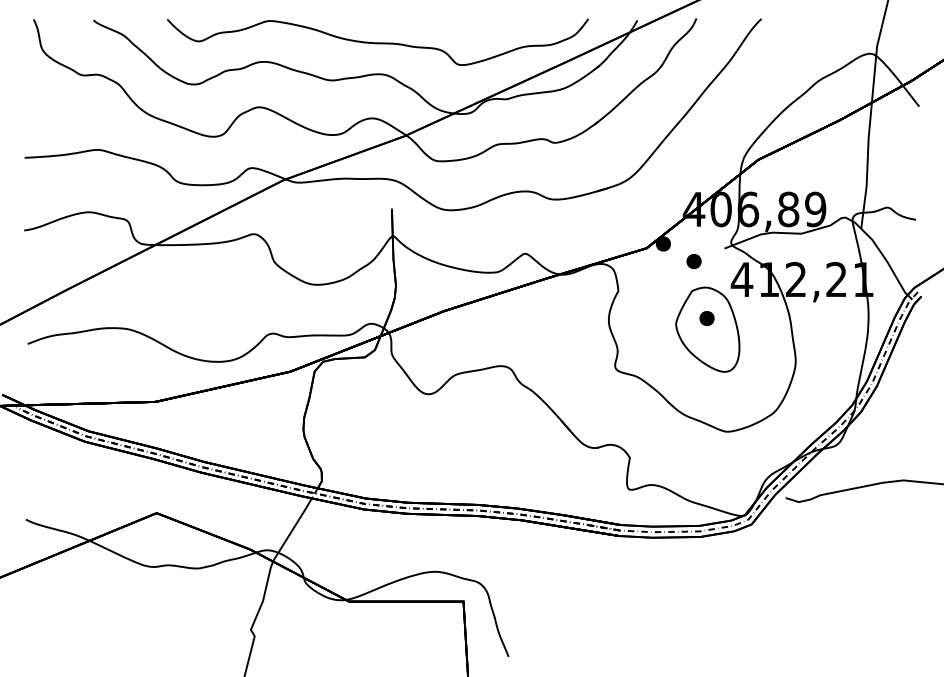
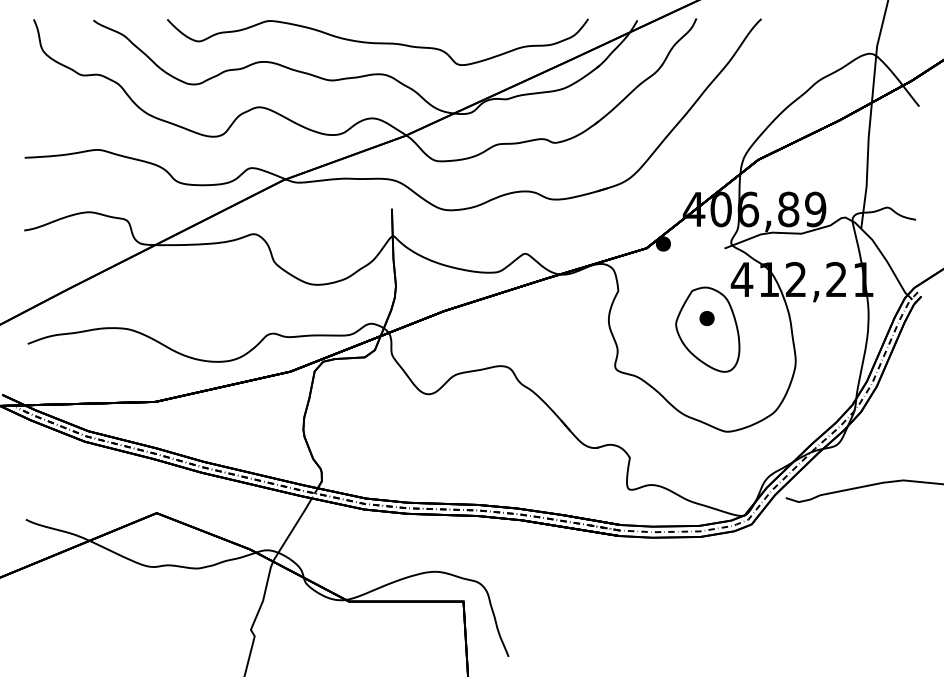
part at (693, 261): present -> none
